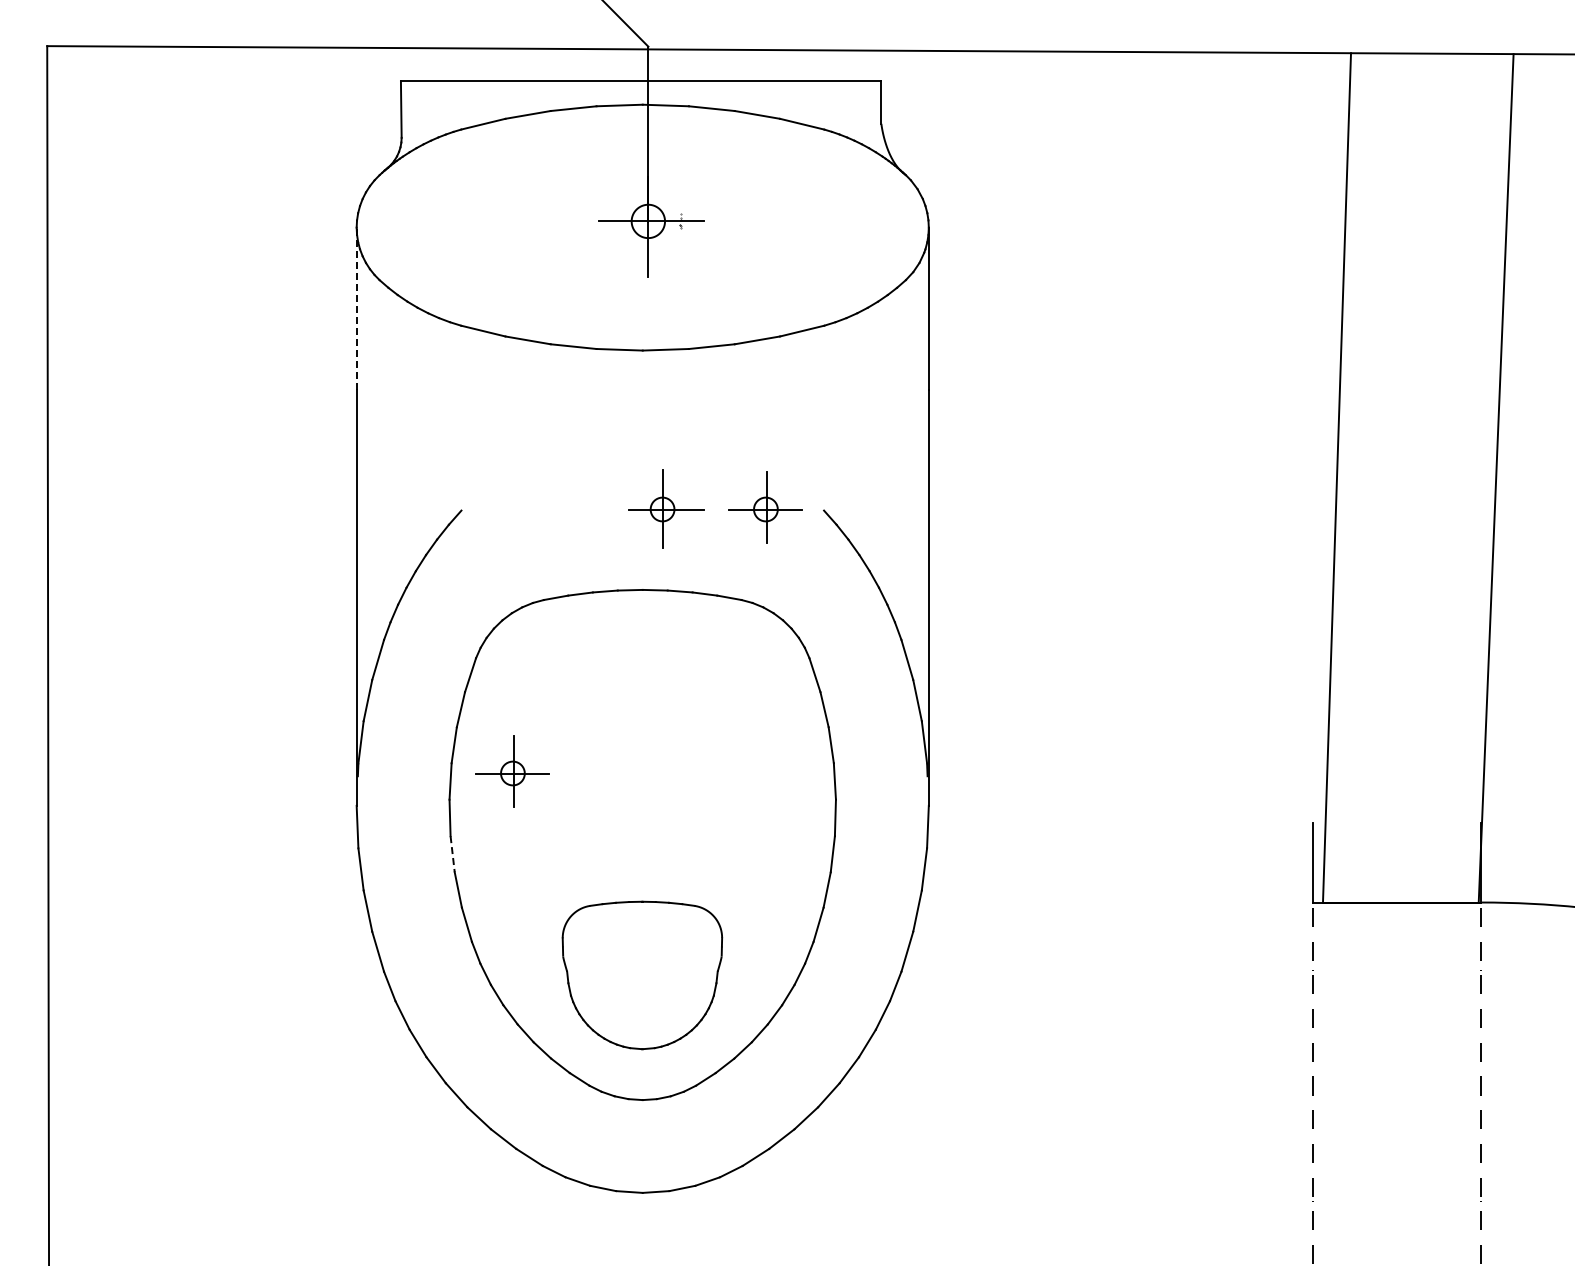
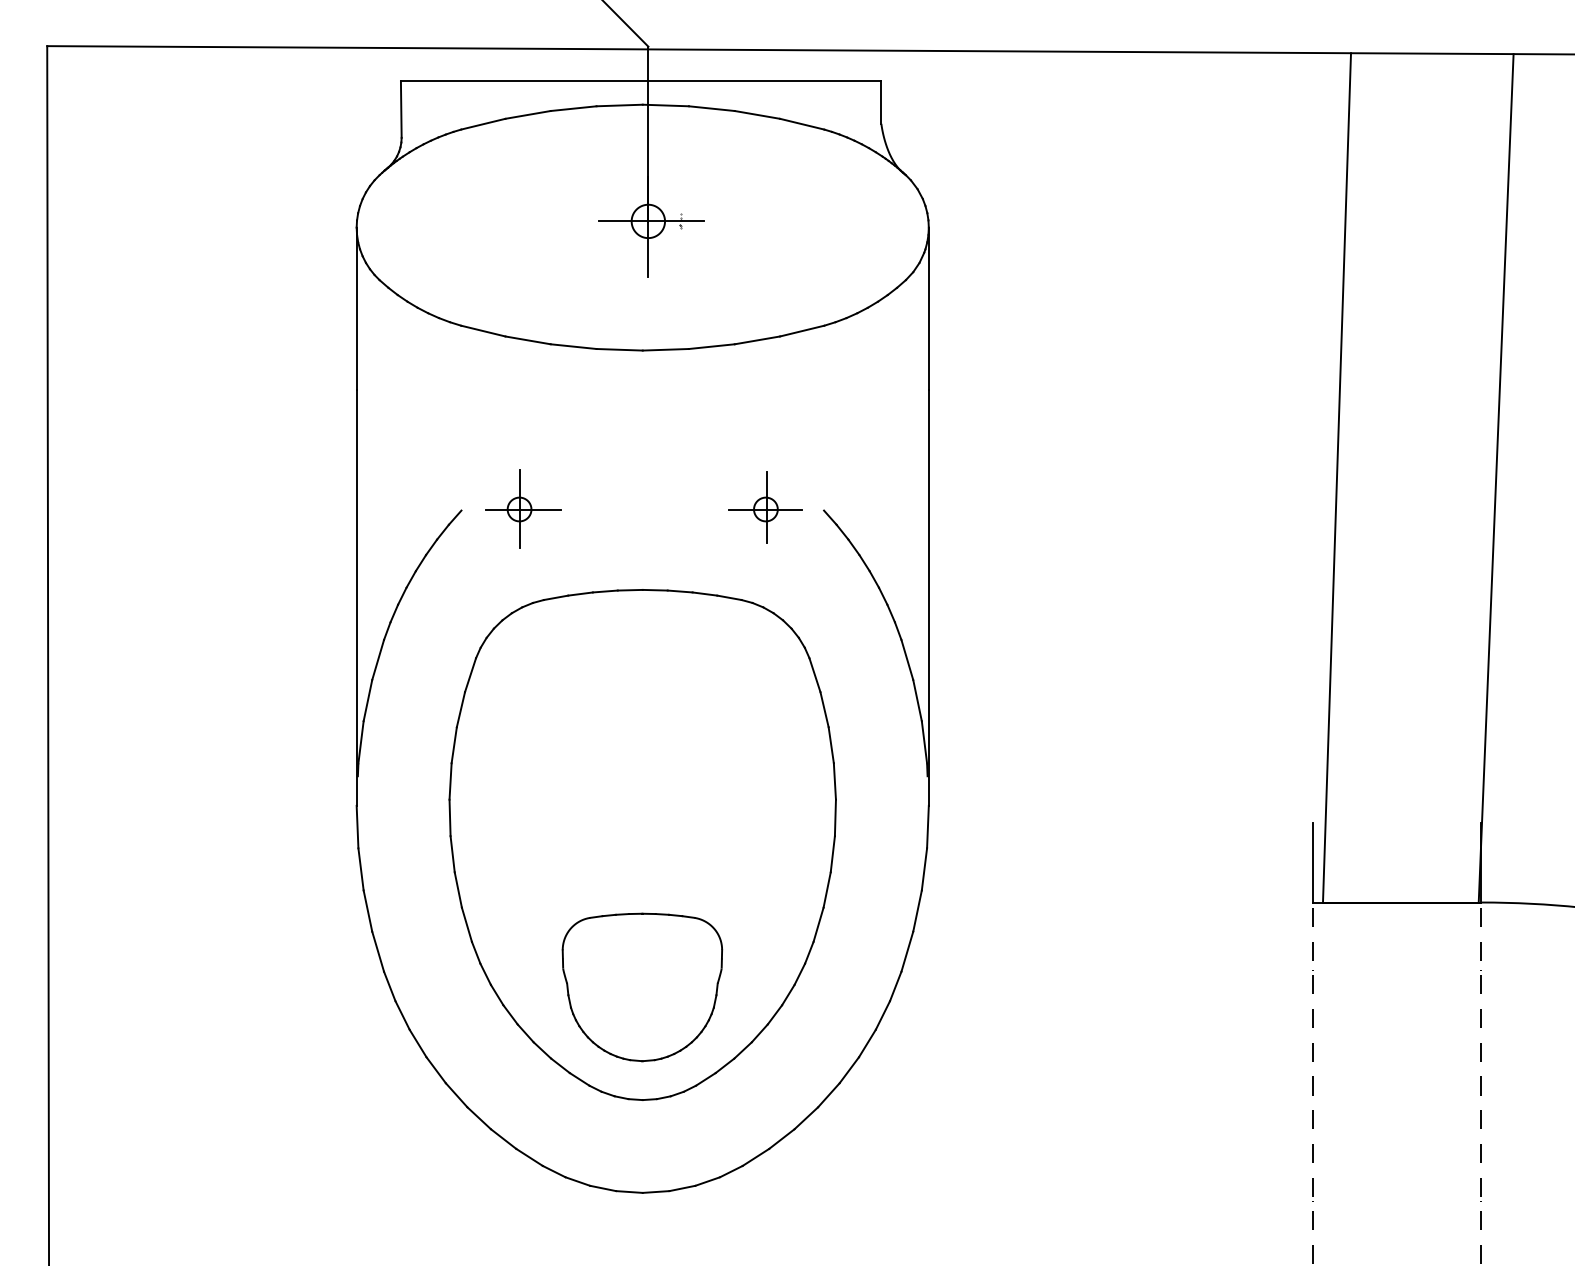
line at (356, 308): dashed -> solid
part at (666, 508) position: (666, 508) -> (523, 508)
part at (512, 771): present -> none
line at (452, 854): dashed -> solid
part at (642, 975) position: (642, 975) -> (642, 987)
